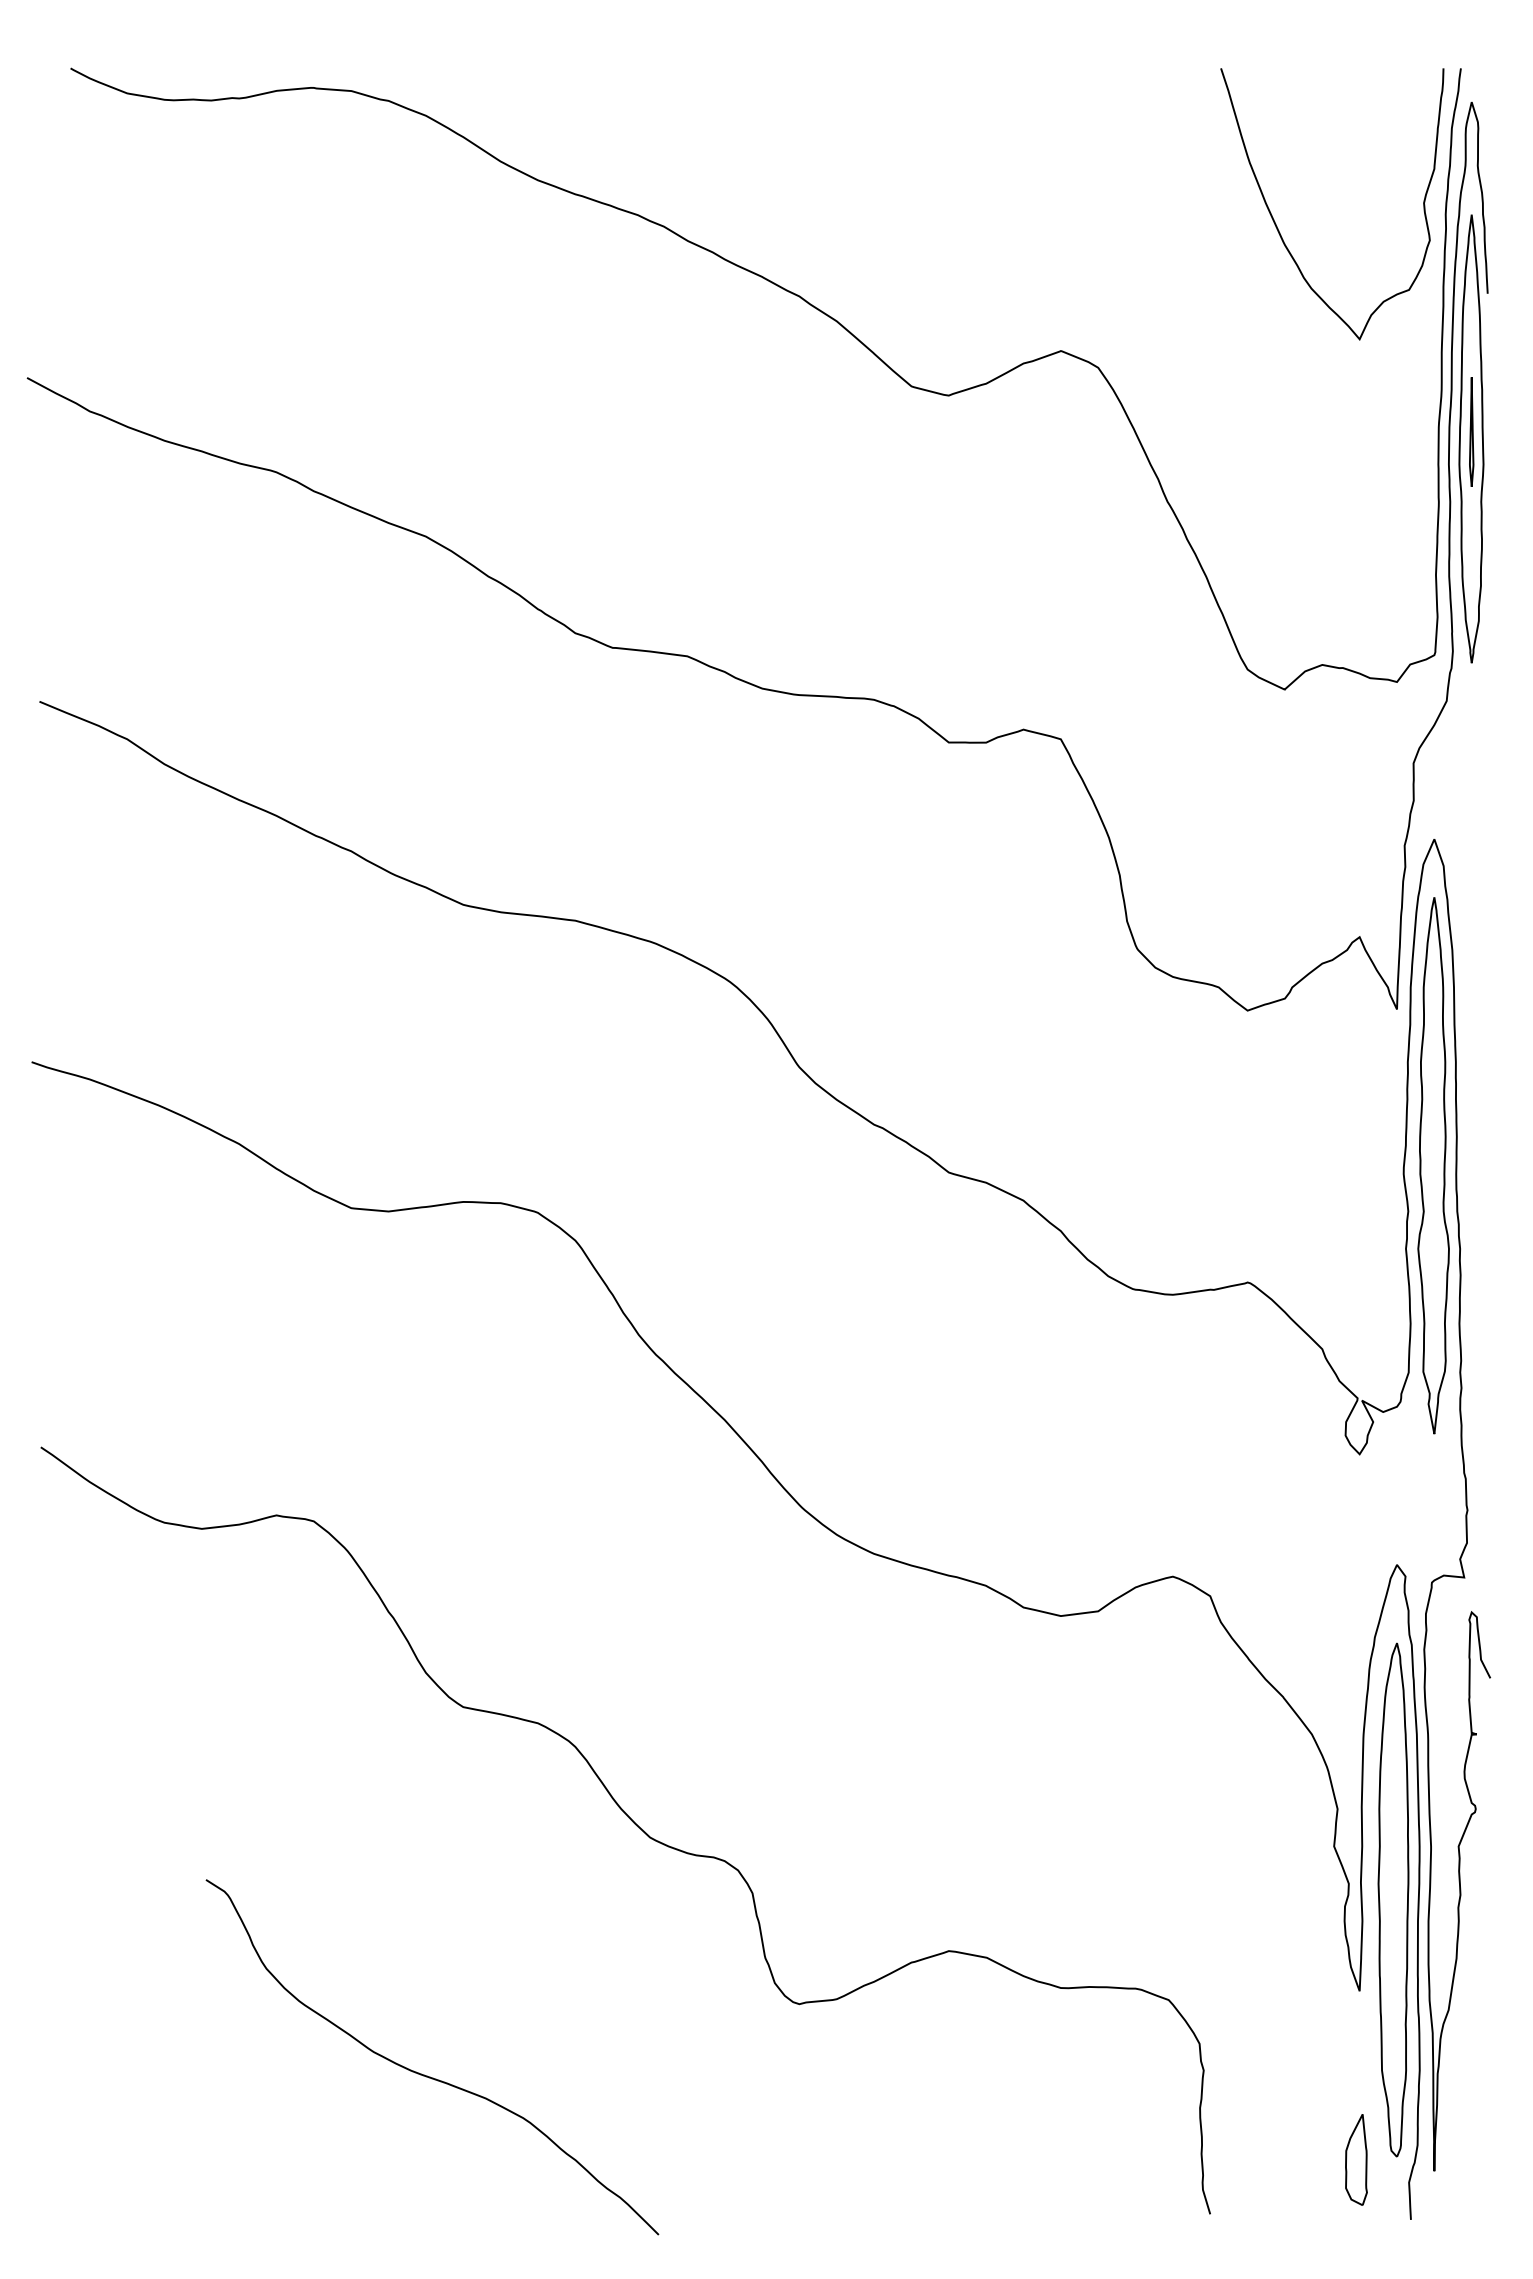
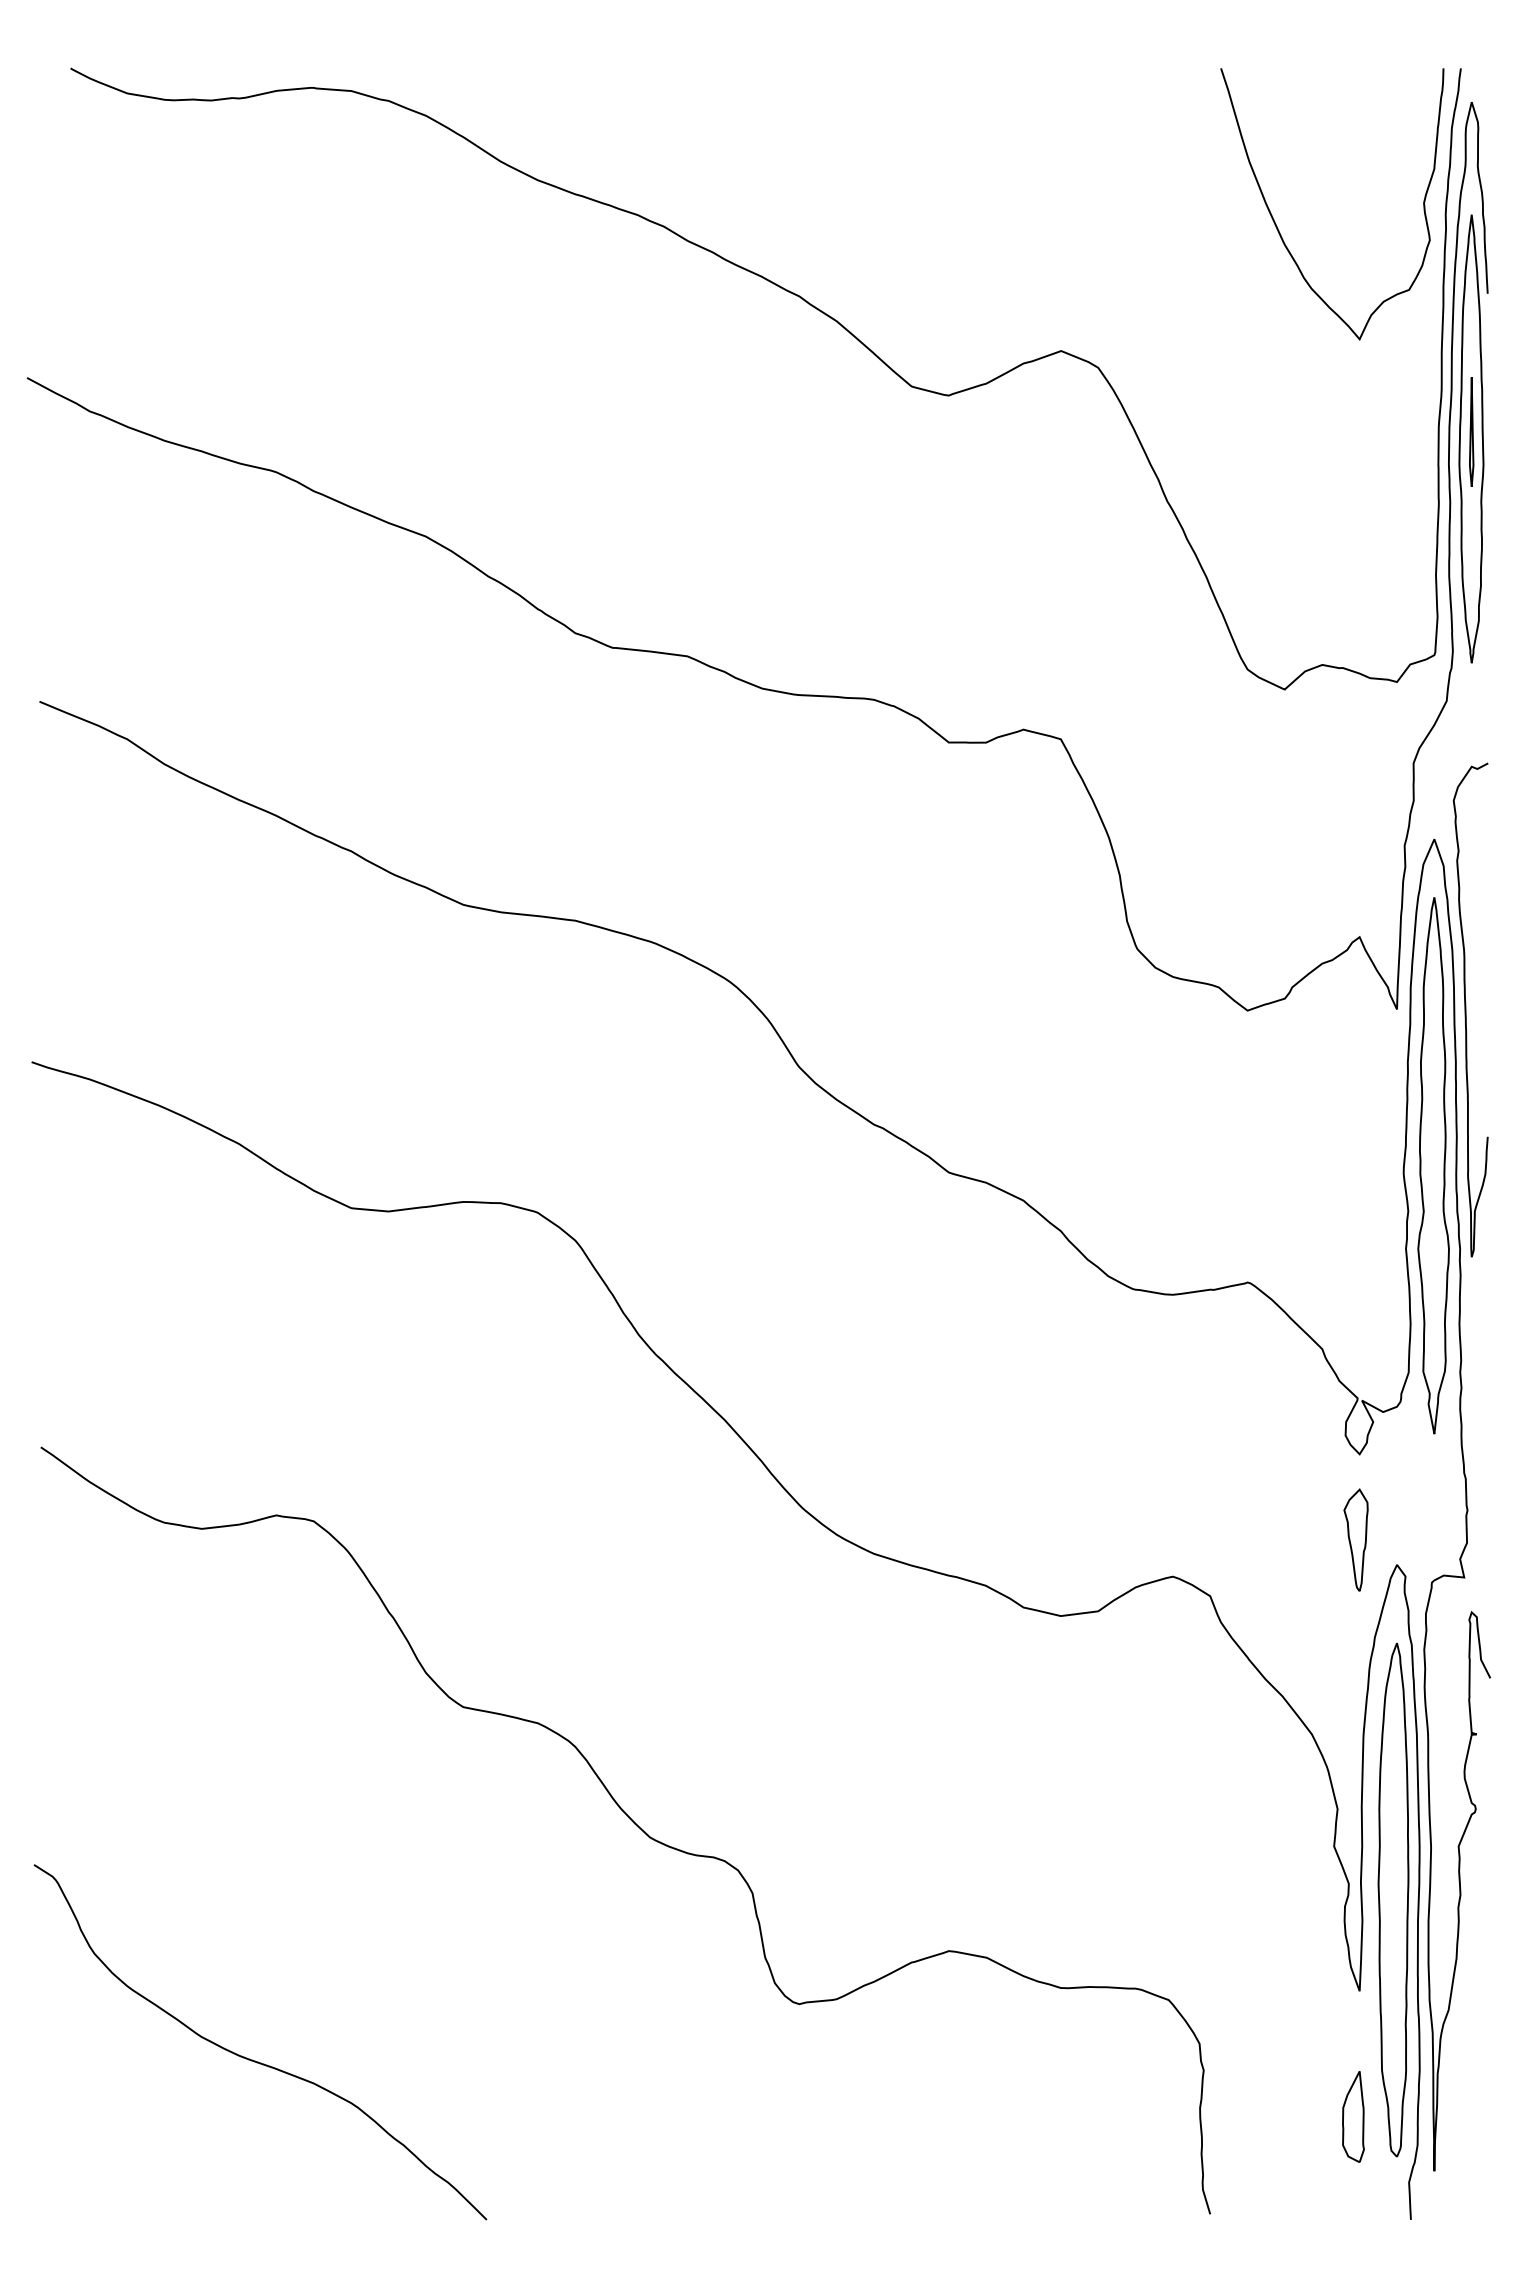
curve at (1466, 1009): none -> present
part at (1355, 1539): none -> present
curve at (427, 2075) position: (427, 2075) -> (255, 2060)
part at (1356, 2159) position: (1356, 2159) -> (1353, 2116)
